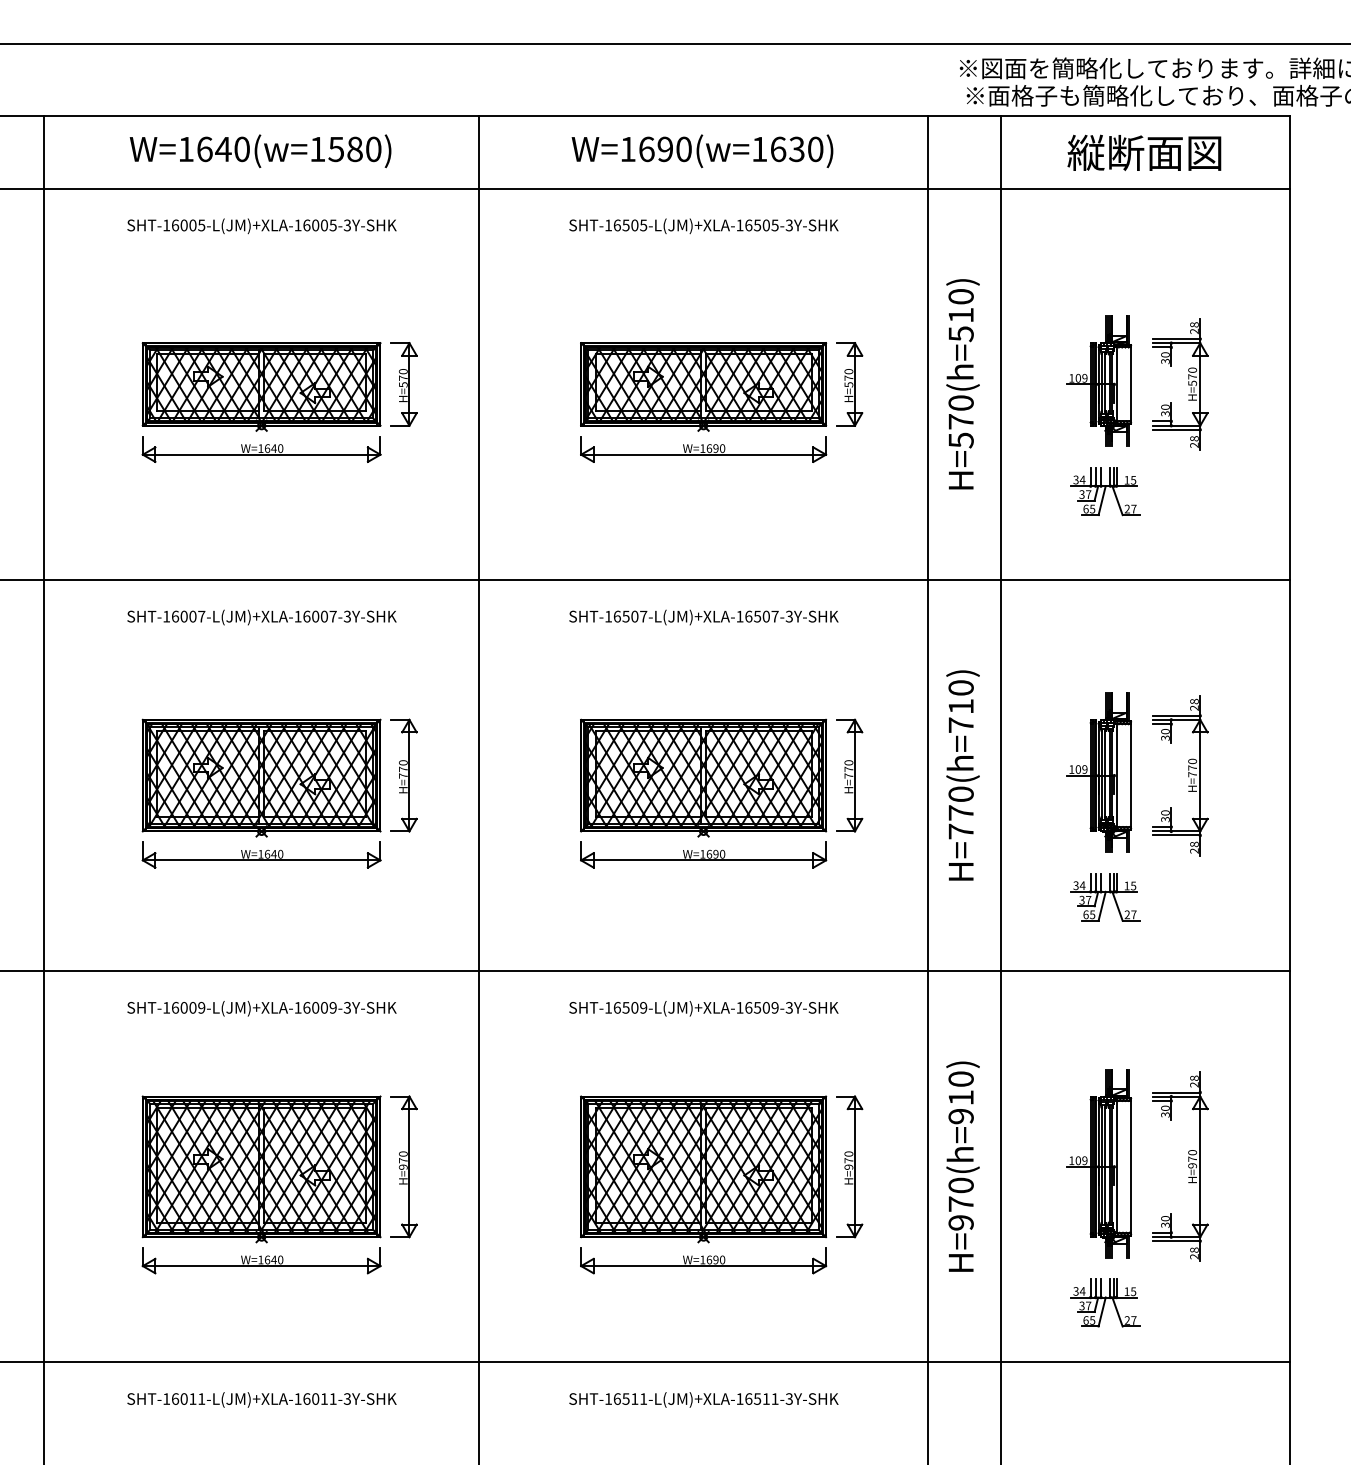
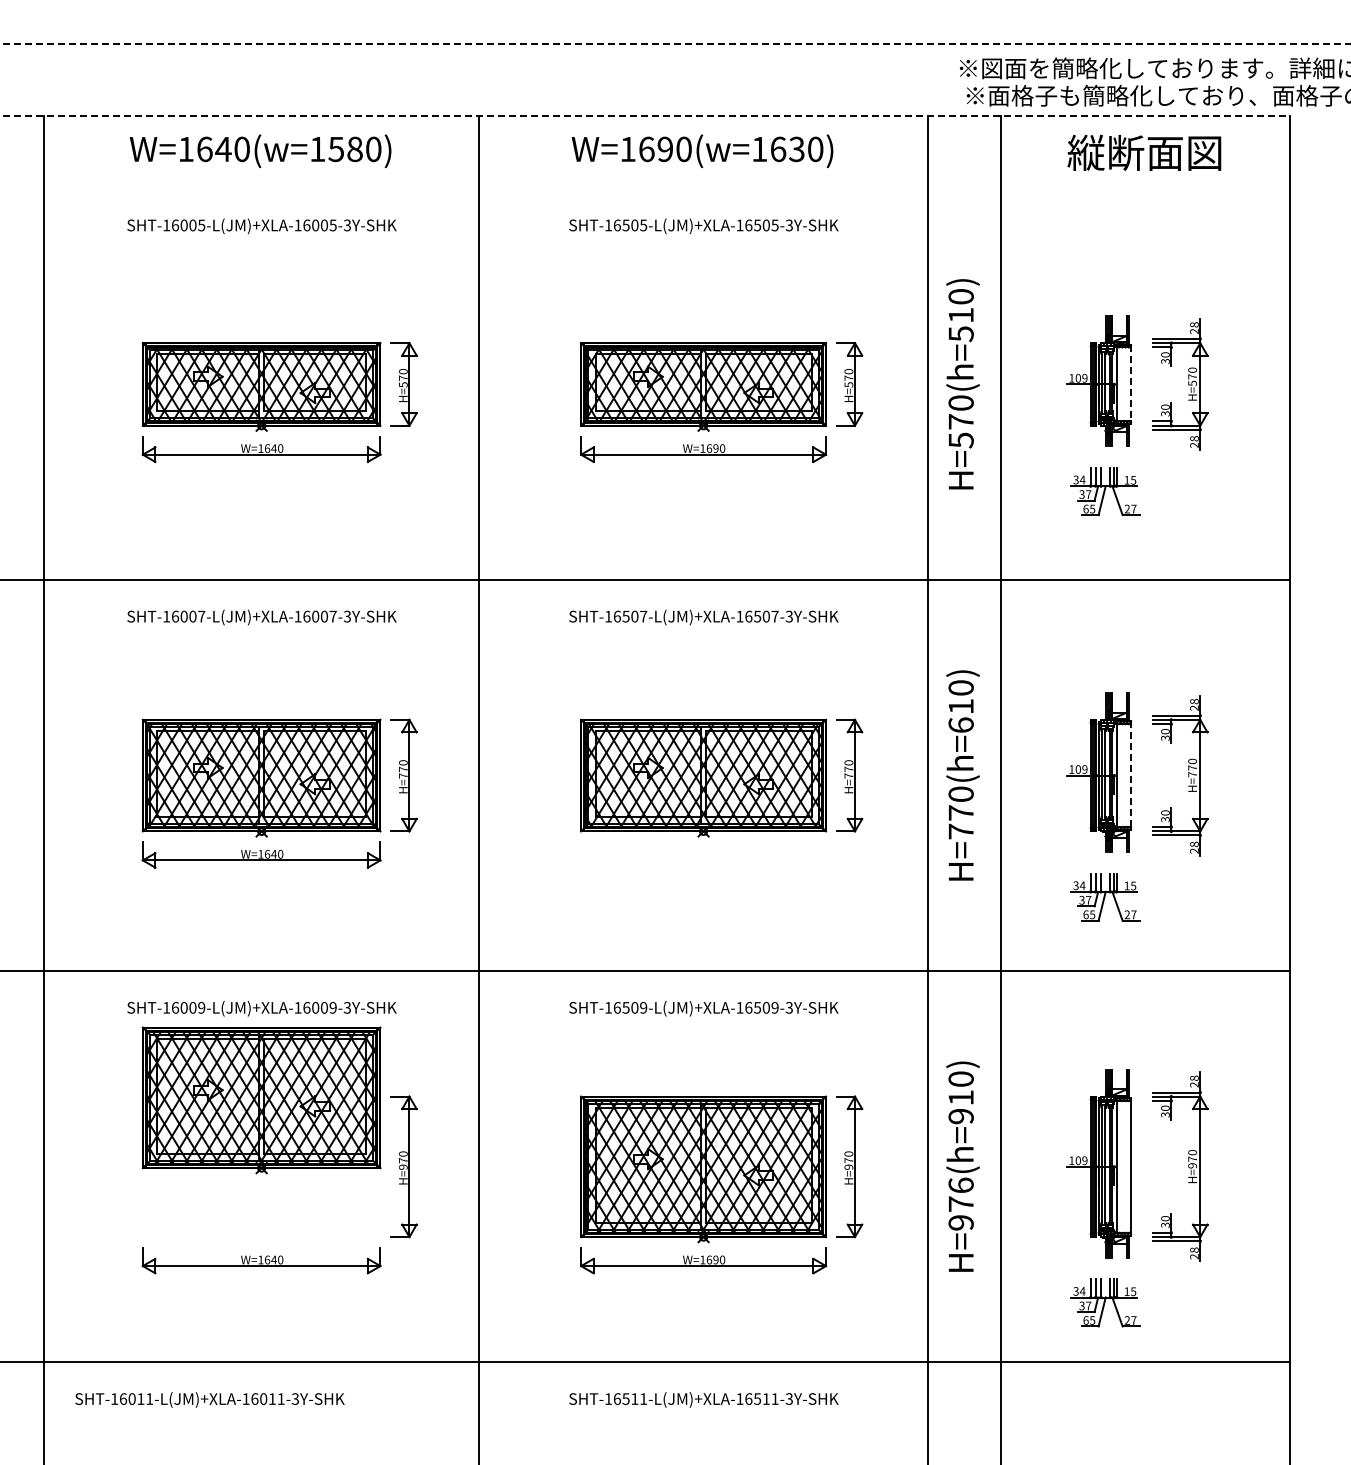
line at (675, 43): solid -> dashed
line at (645, 116): solid -> dashed
line at (646, 188): present -> none
line at (1131, 384): solid -> dashed
text at (960, 724): H=770(h=710) -> H=770(h=610)
line at (1131, 776): solid -> dashed
part at (703, 854): present -> none
part at (261, 1169) position: (261, 1169) -> (261, 1100)
text at (960, 1185): H=970(h=910) -> H=976(h=910)
text at (261, 1399) position: (261, 1399) -> (209, 1399)
